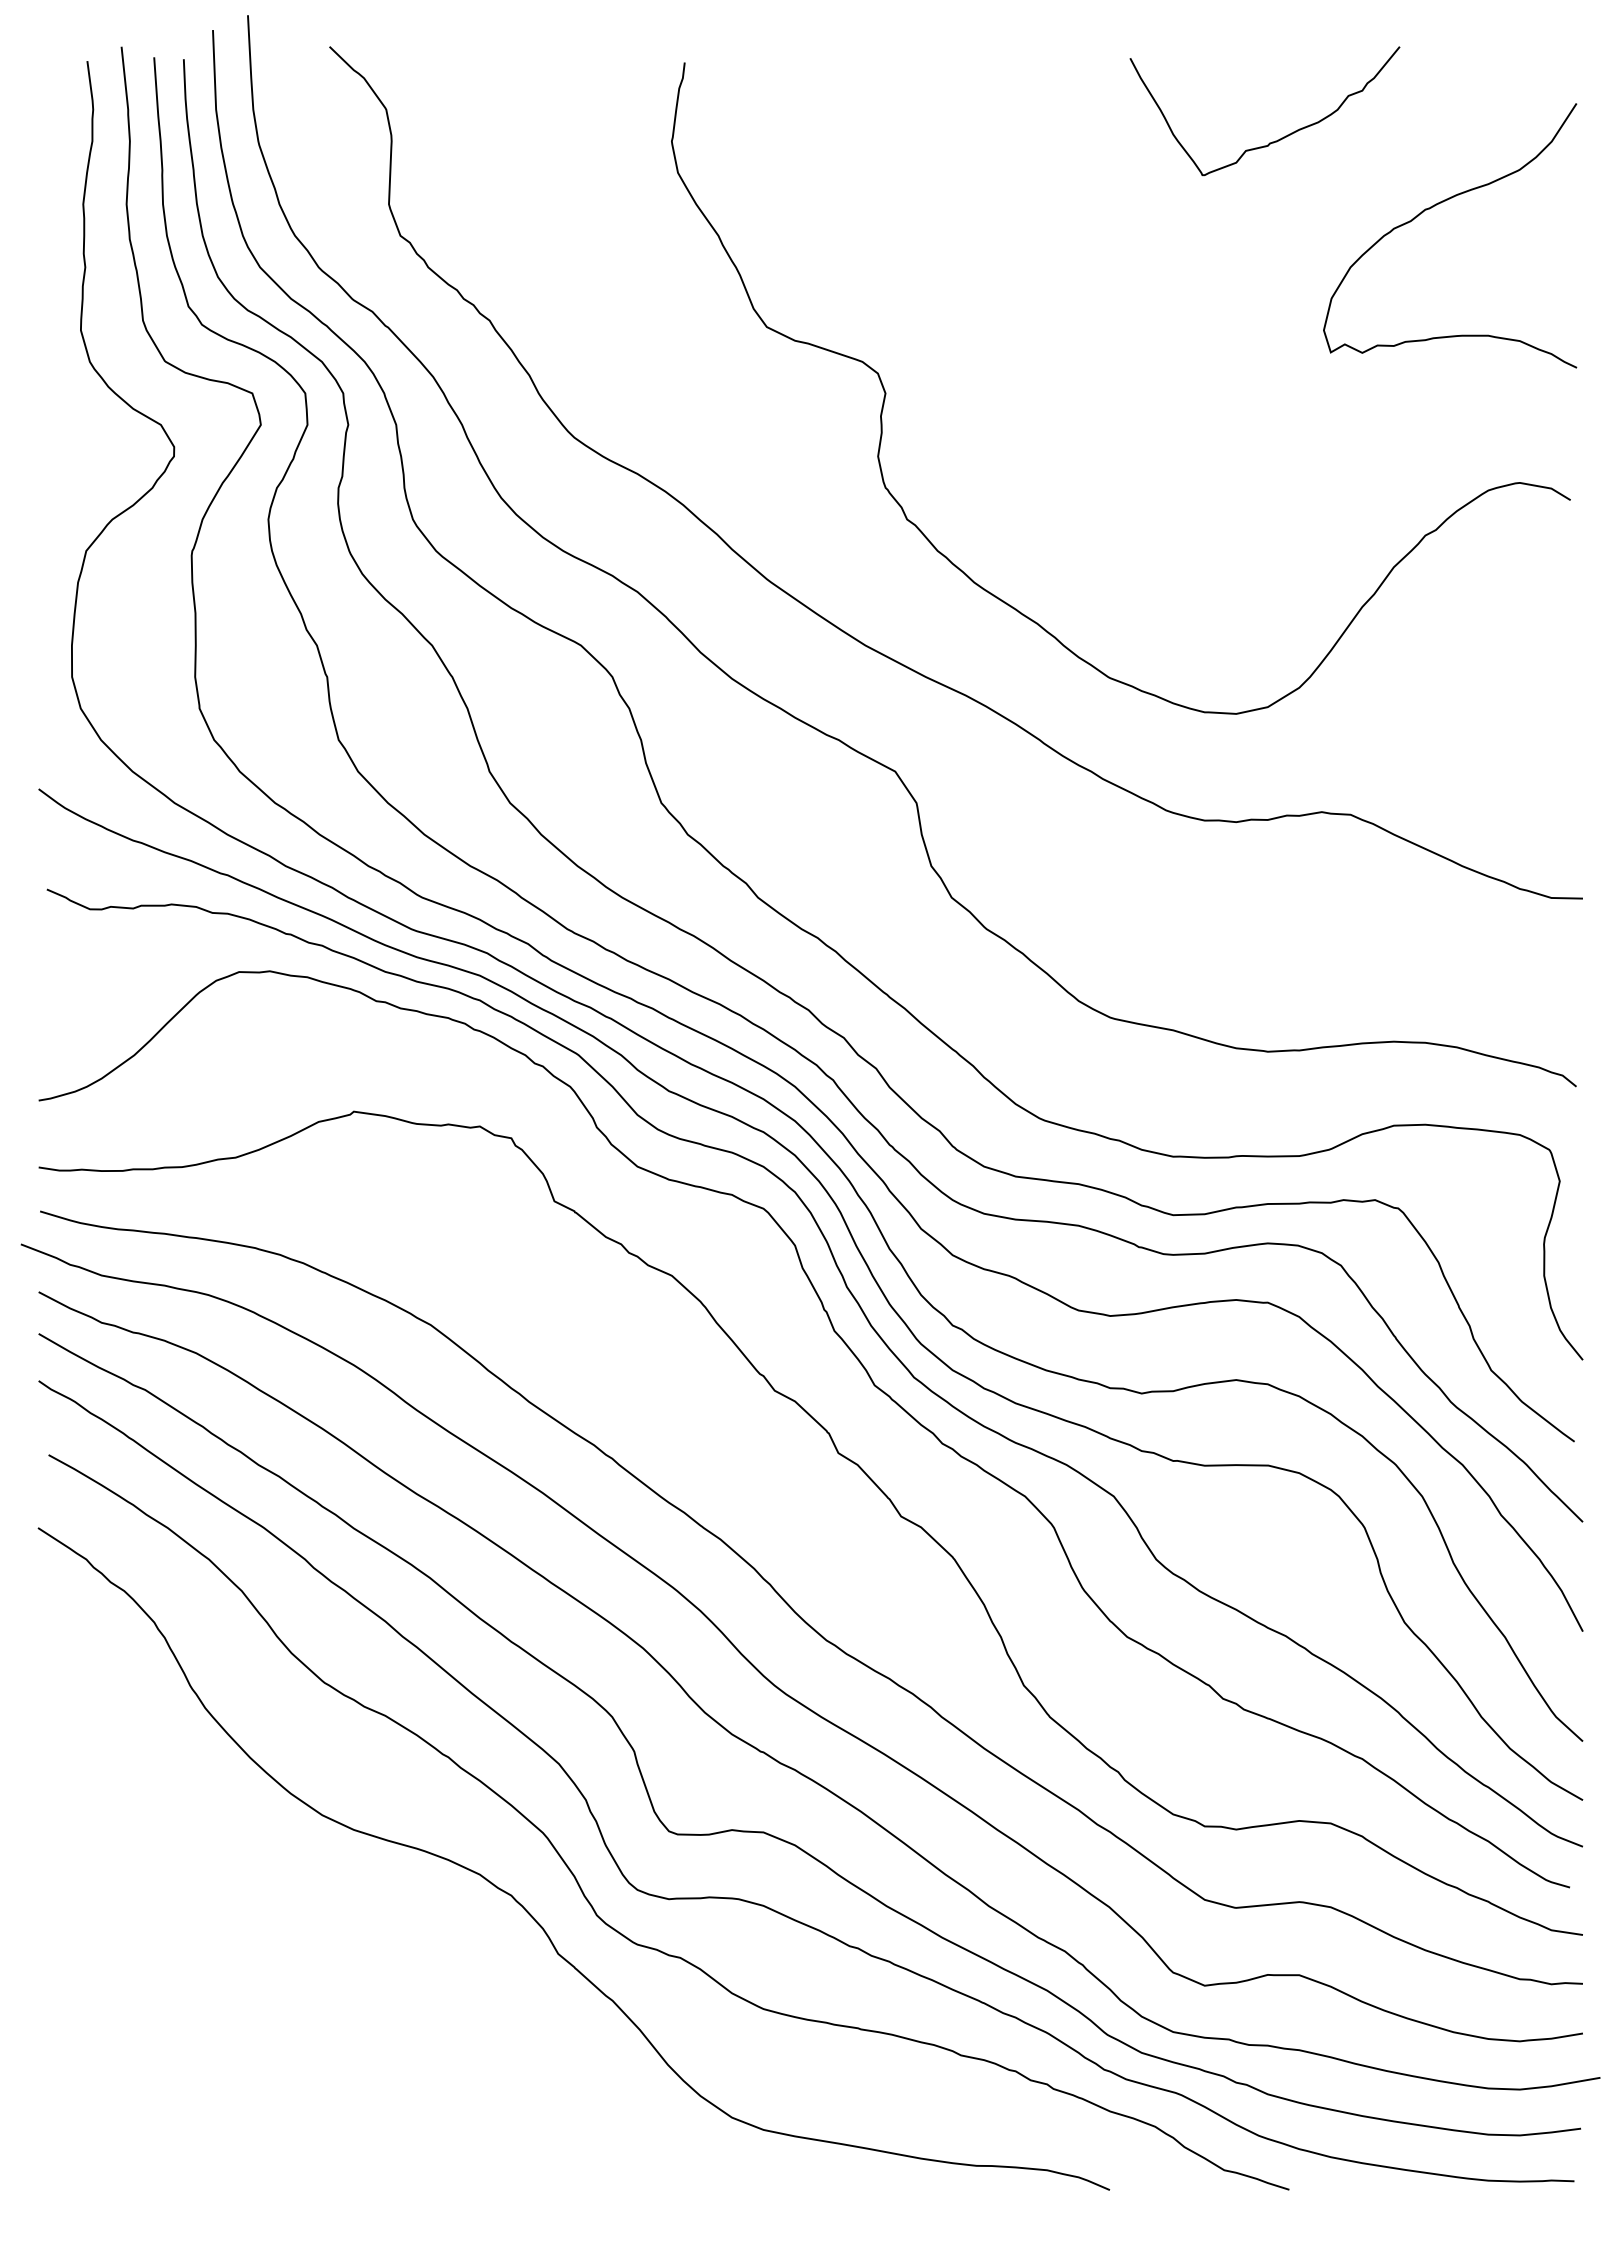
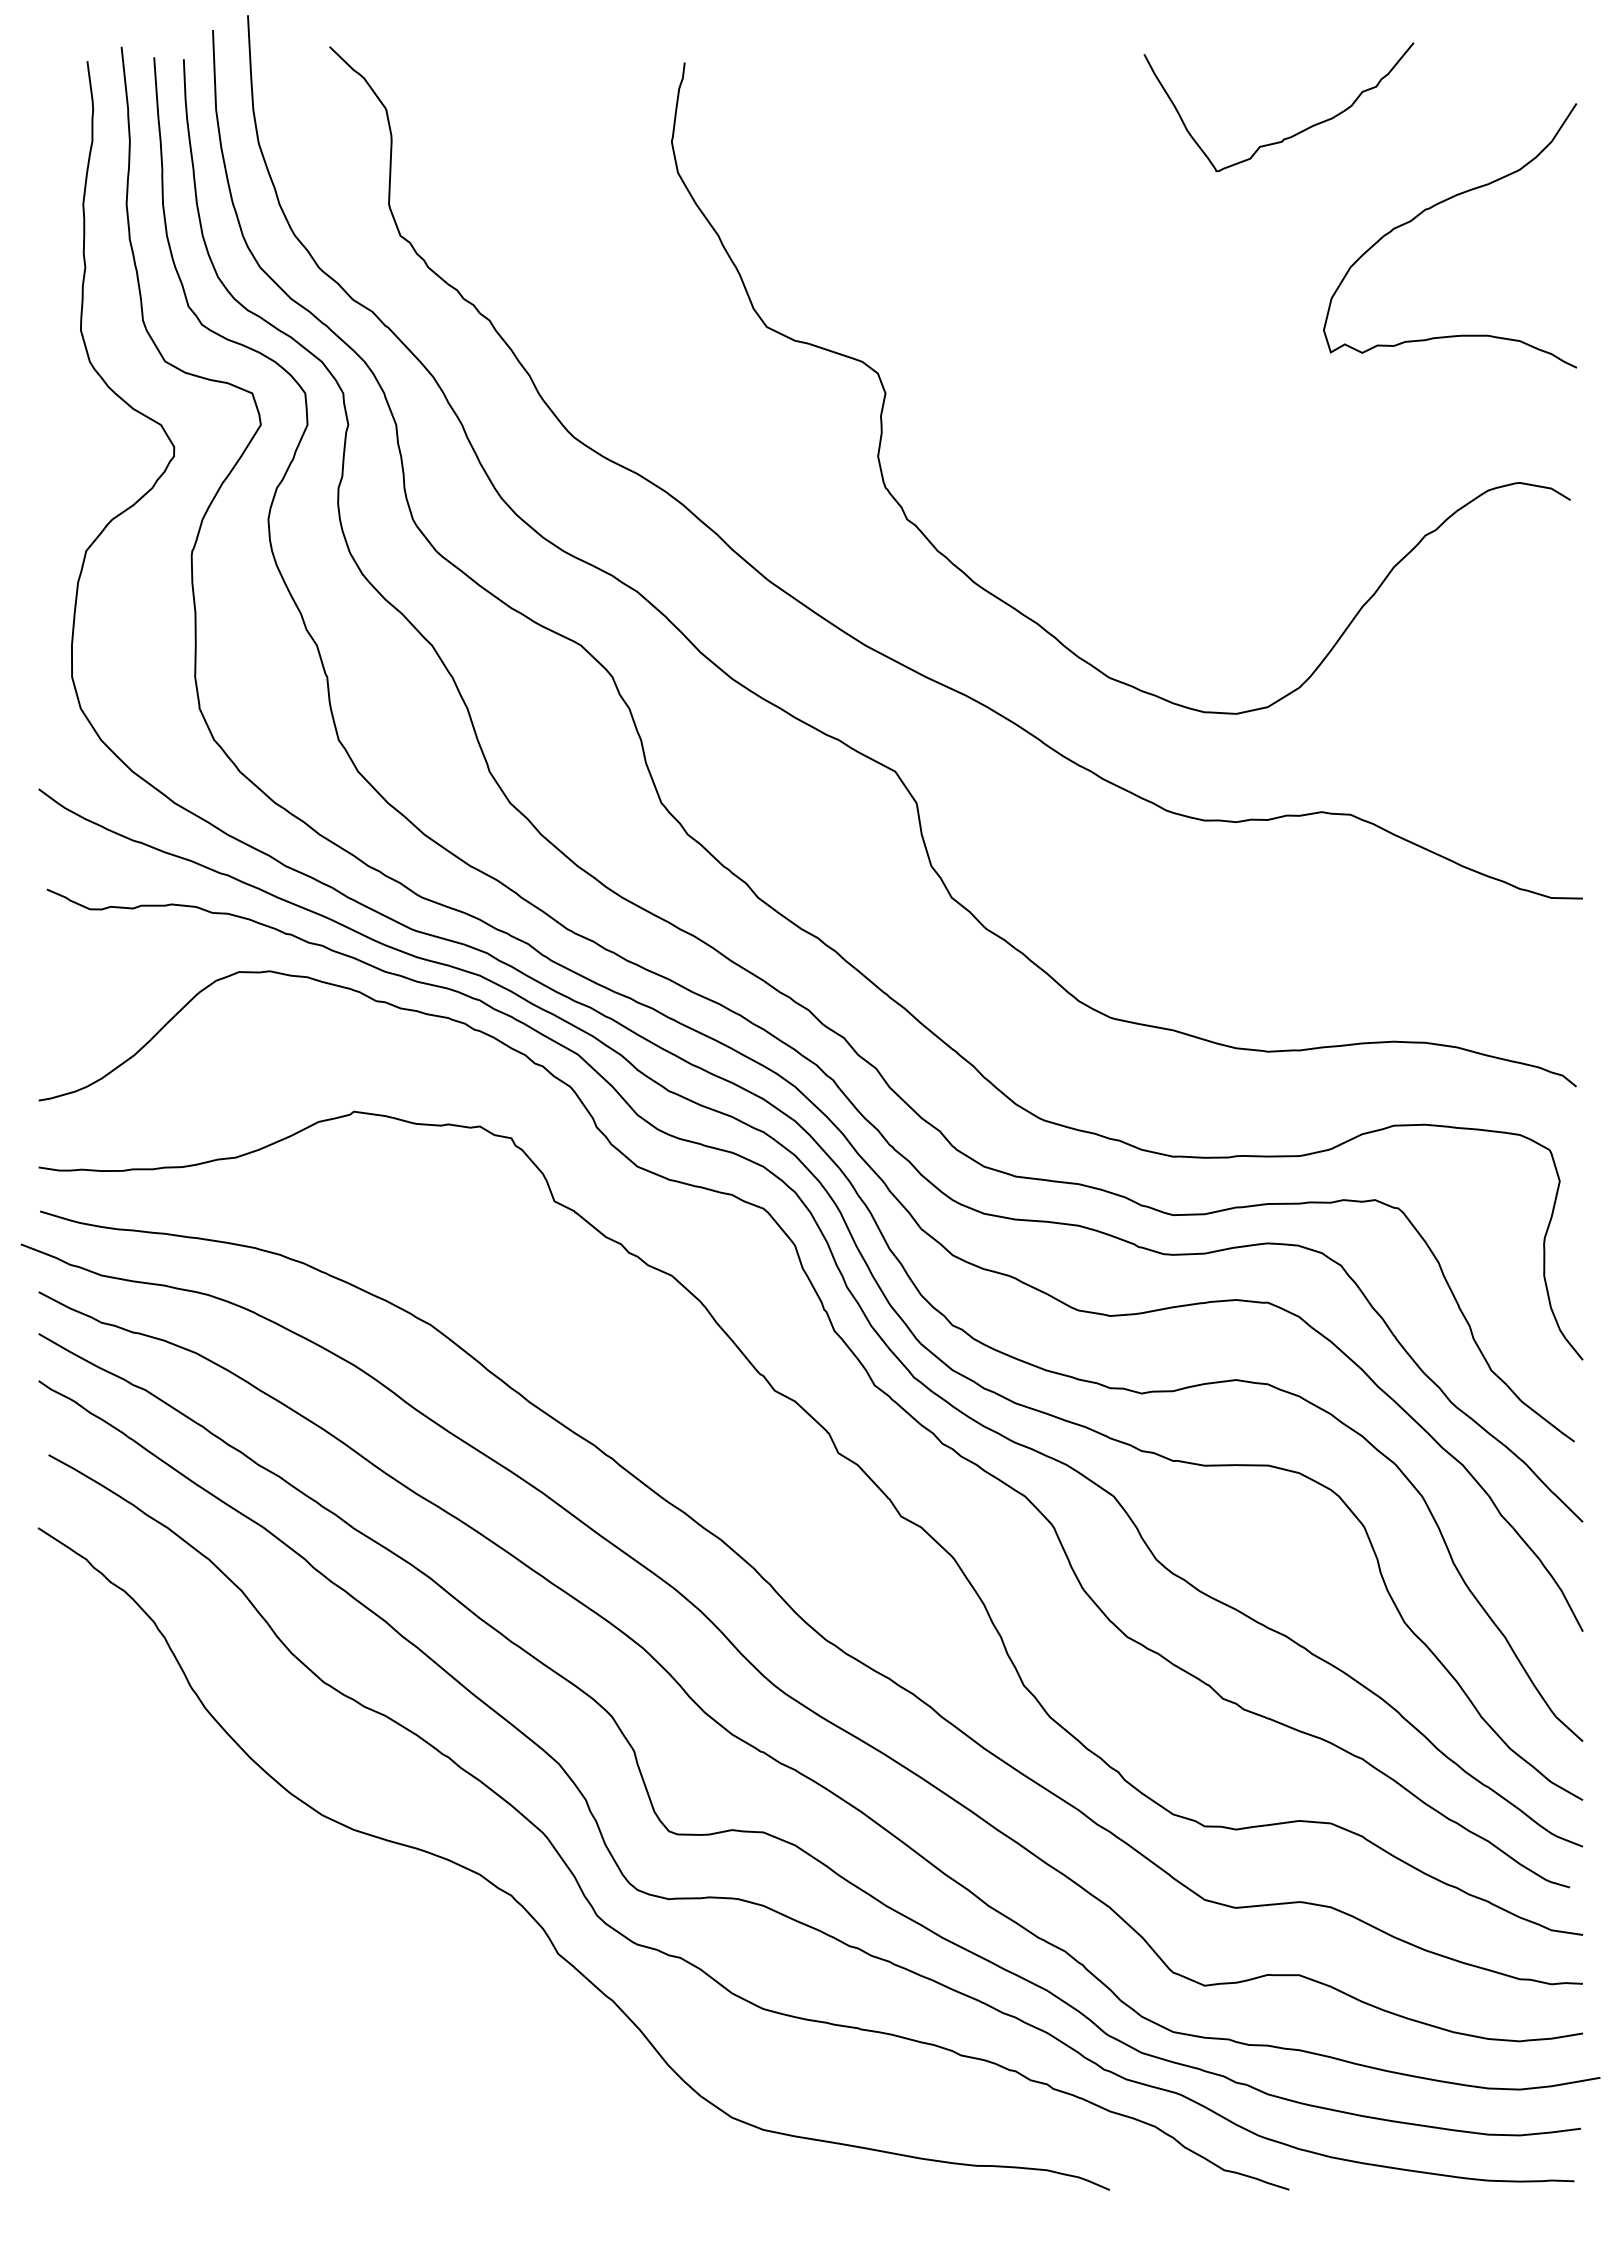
curve at (1279, 138) position: (1279, 138) -> (1293, 134)
